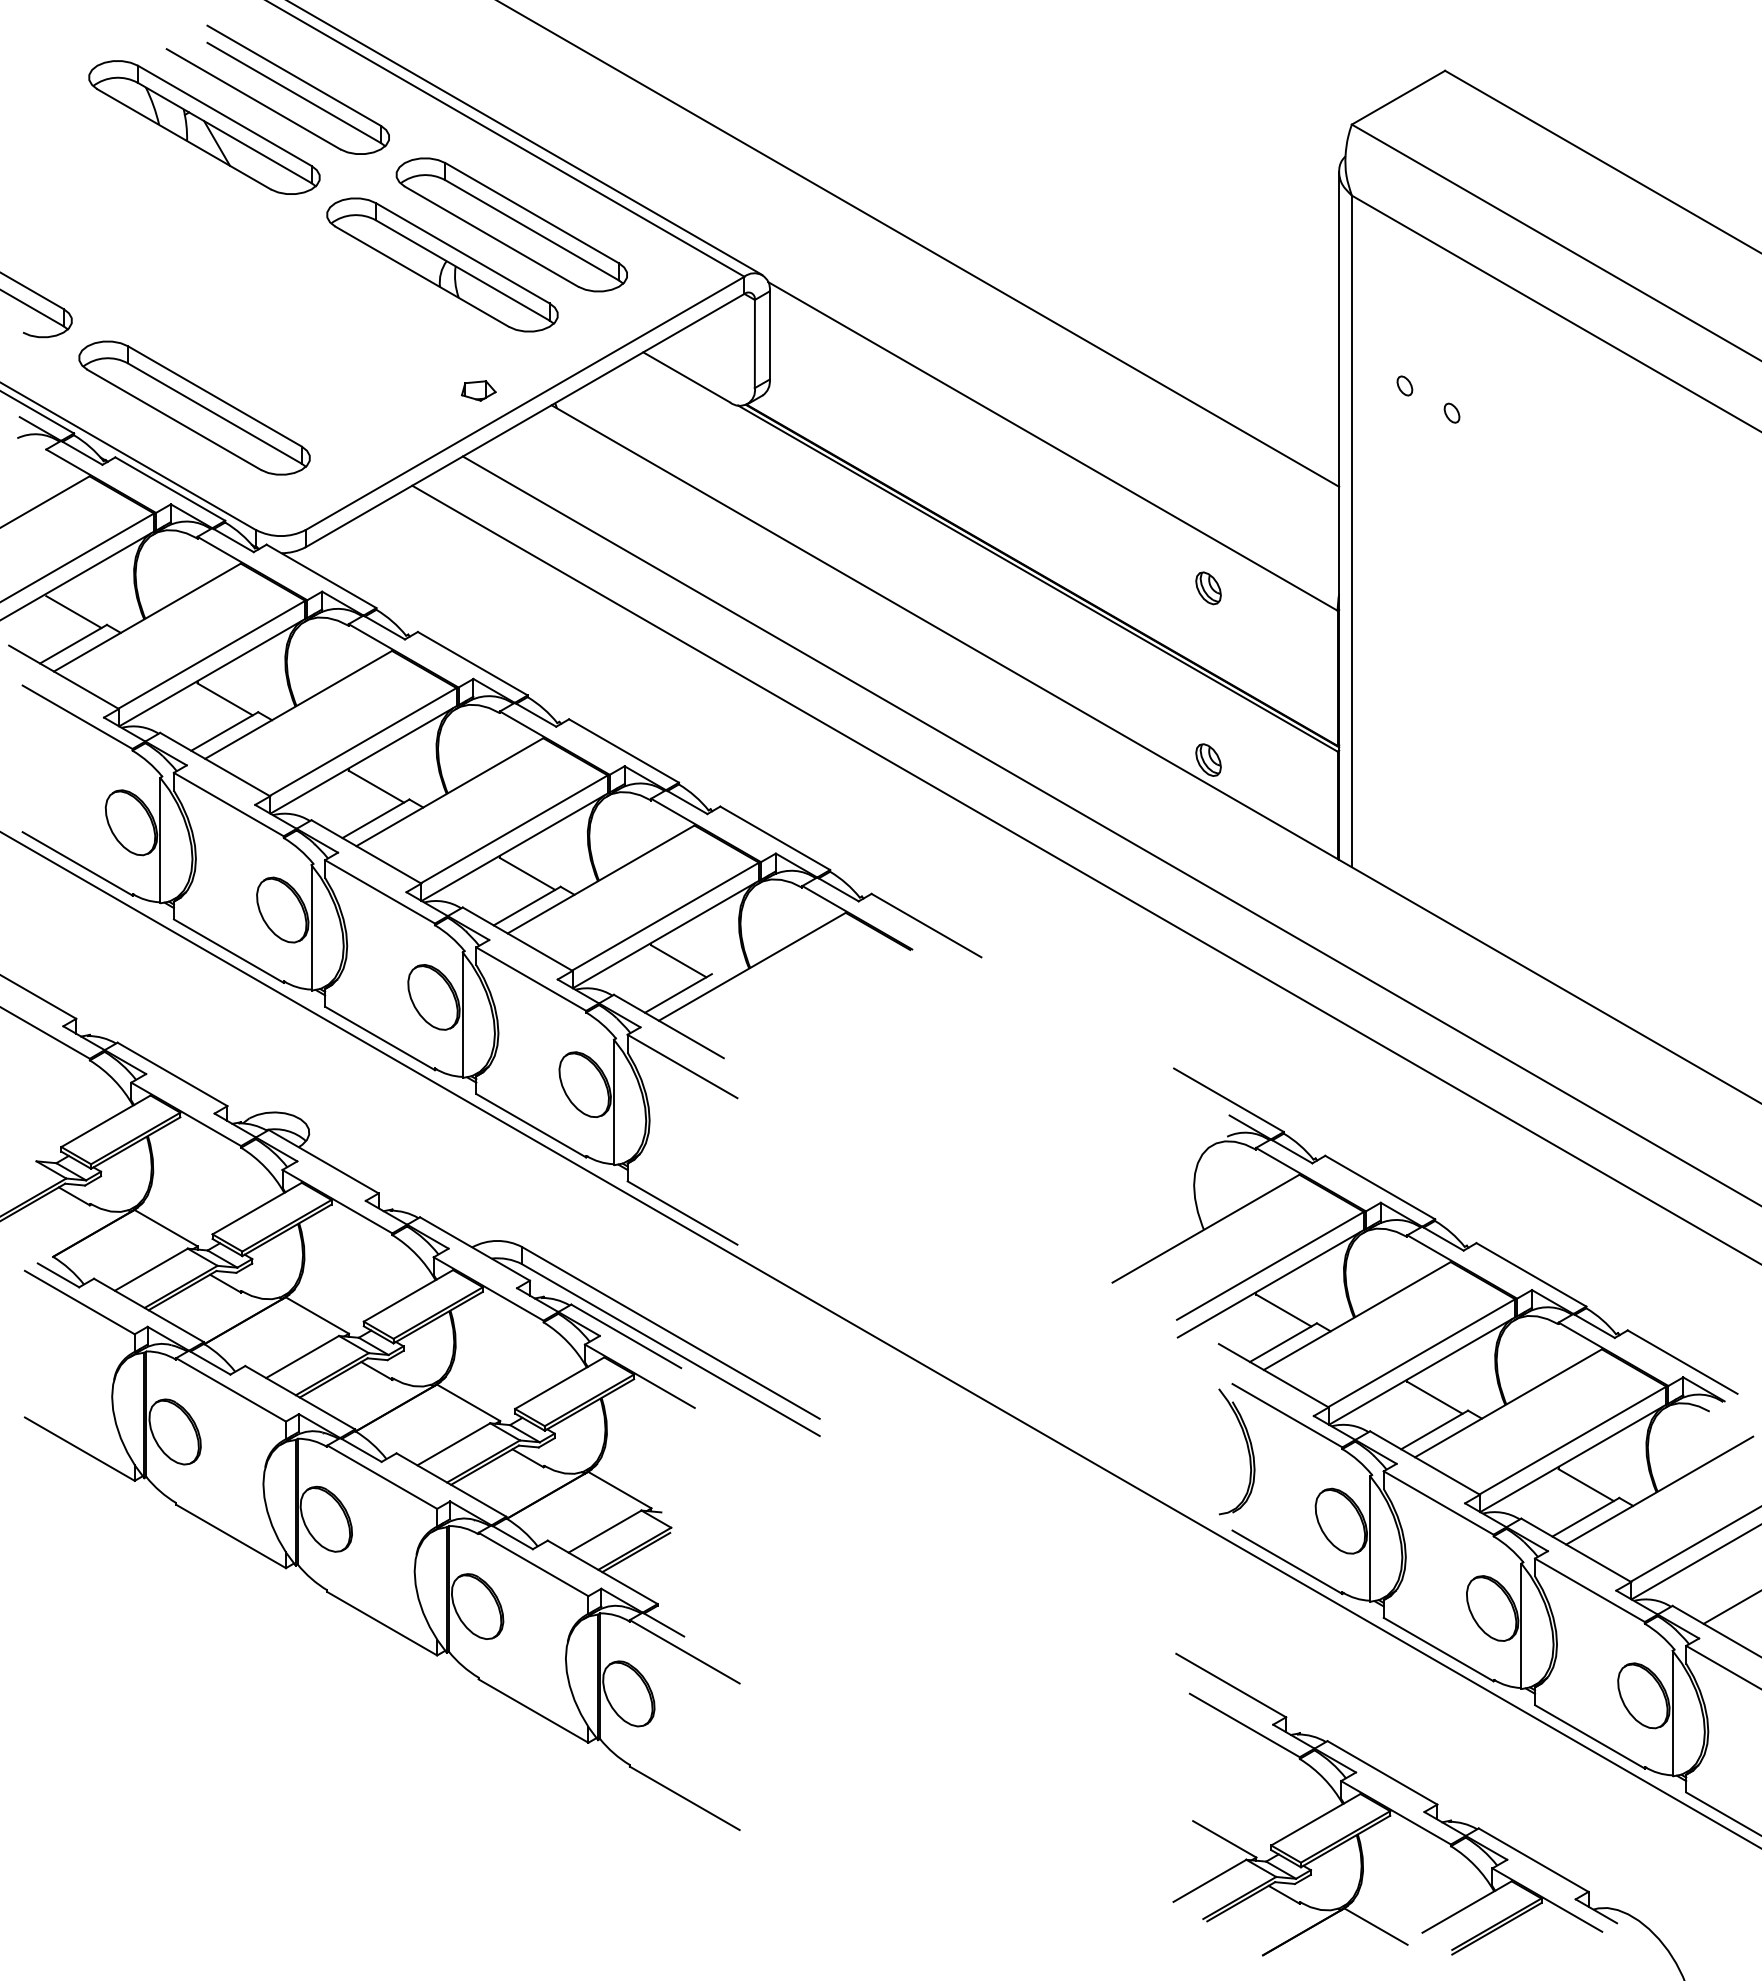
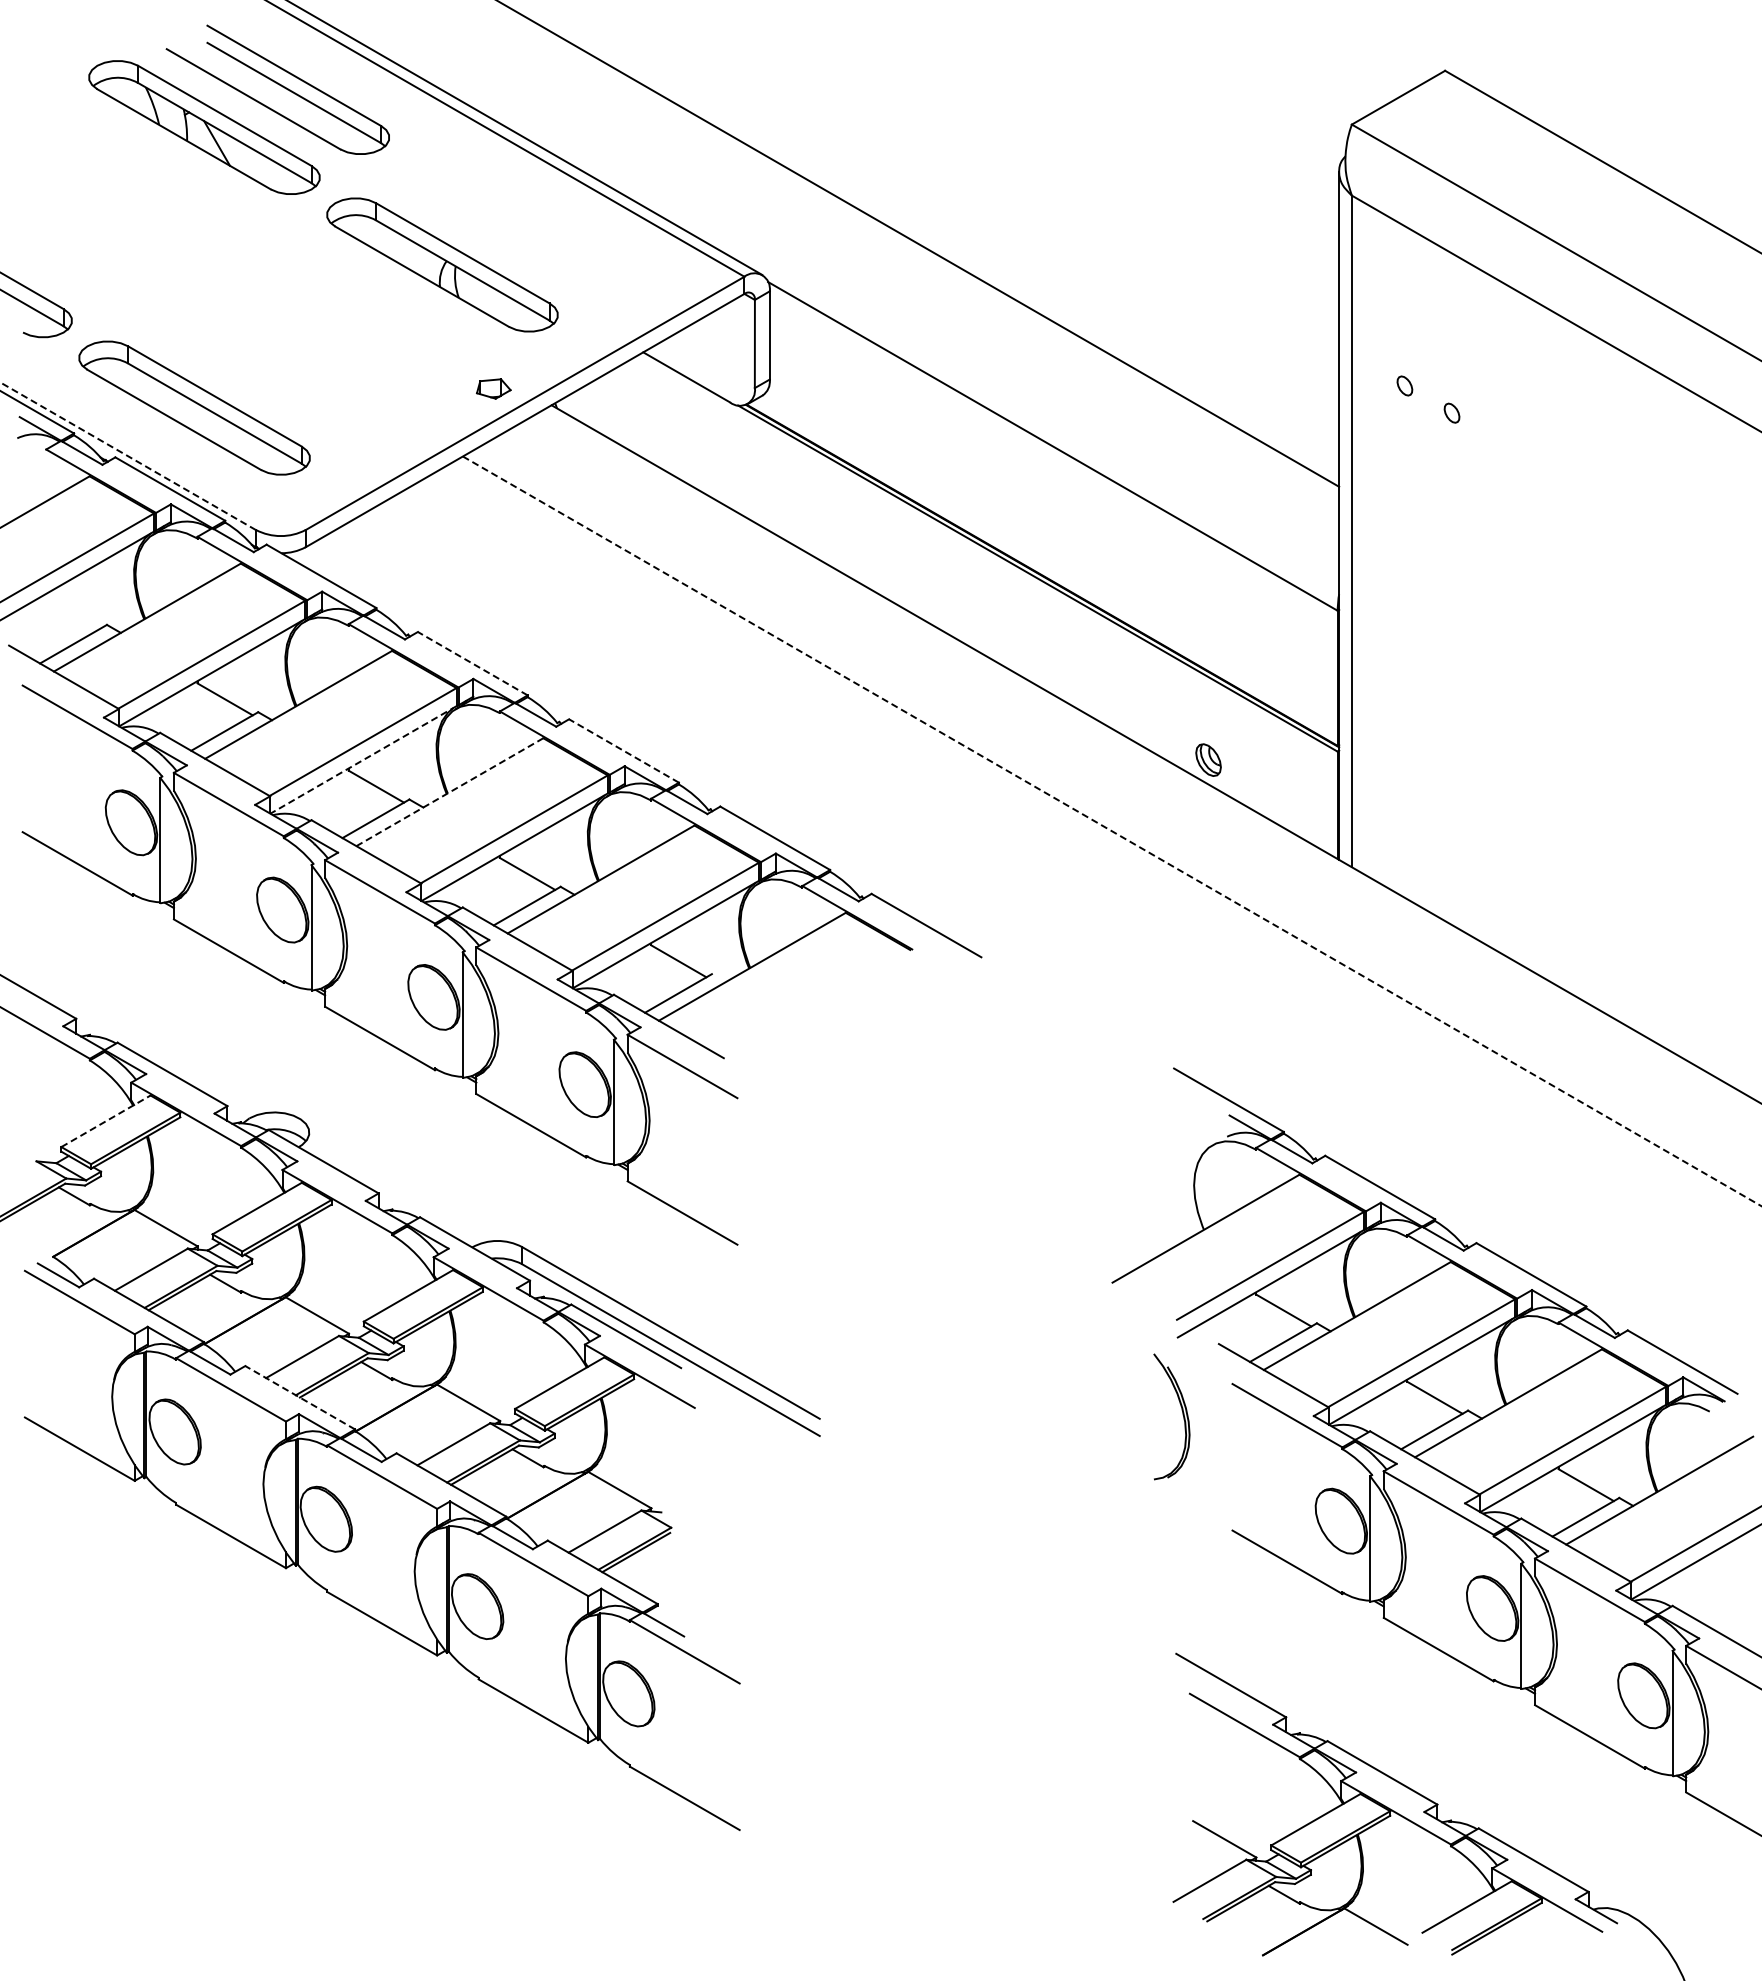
part at (511, 224): present -> none
part at (478, 390) position: (478, 390) -> (493, 388)
line at (127, 456): solid -> dashed
part at (1208, 588): present -> none
line at (73, 612): present -> none
line at (472, 663): solid -> dashed
line at (623, 750): solid -> dashed
line at (363, 760): solid -> dashed
line at (449, 792): solid -> dashed
line at (1112, 831): solid -> dashed
line at (1085, 873): present -> none
line at (105, 1121): solid -> dashed
line at (880, 1339): present -> none
line at (299, 1397): solid -> dashed
part at (1247, 1450) position: (1247, 1450) -> (1182, 1415)
line at (1730, 1607): present -> none
